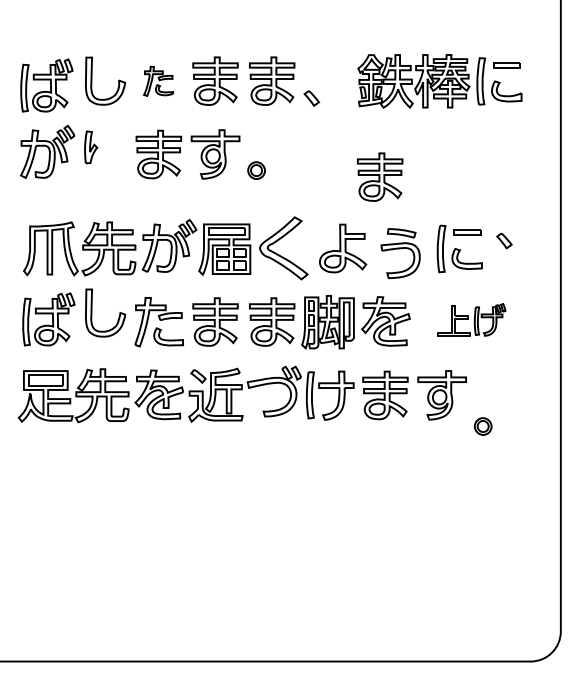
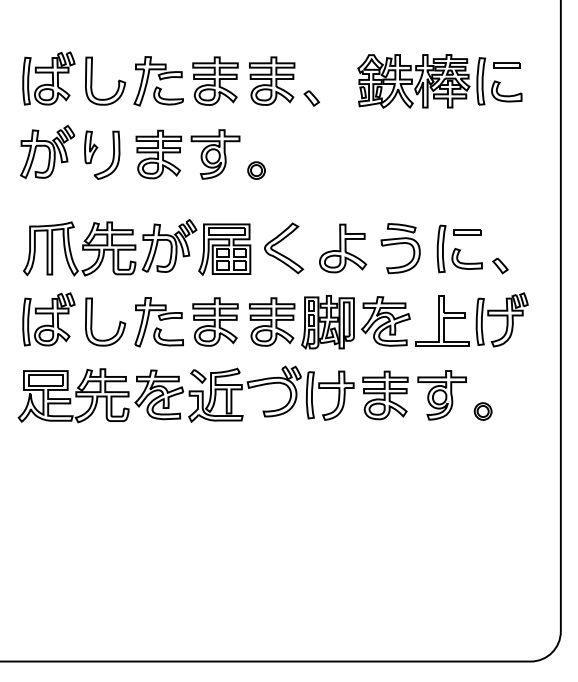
part at (158, 80) size: 32x32 px -> 51x51 px
part at (46, 85) position: (46, 85) -> (48, 78)
part at (112, 156): none -> present
part at (380, 176): present -> none
part at (504, 241) position: (504, 241) -> (500, 266)
part at (283, 248) size: 50x65 px -> 41x53 px
part at (400, 253) position: (400, 253) -> (400, 248)
part at (92, 312) position: (92, 312) -> (92, 321)
part at (471, 319) size: 70x34 px -> 114x56 px
part at (482, 426) position: (482, 426) -> (482, 411)
